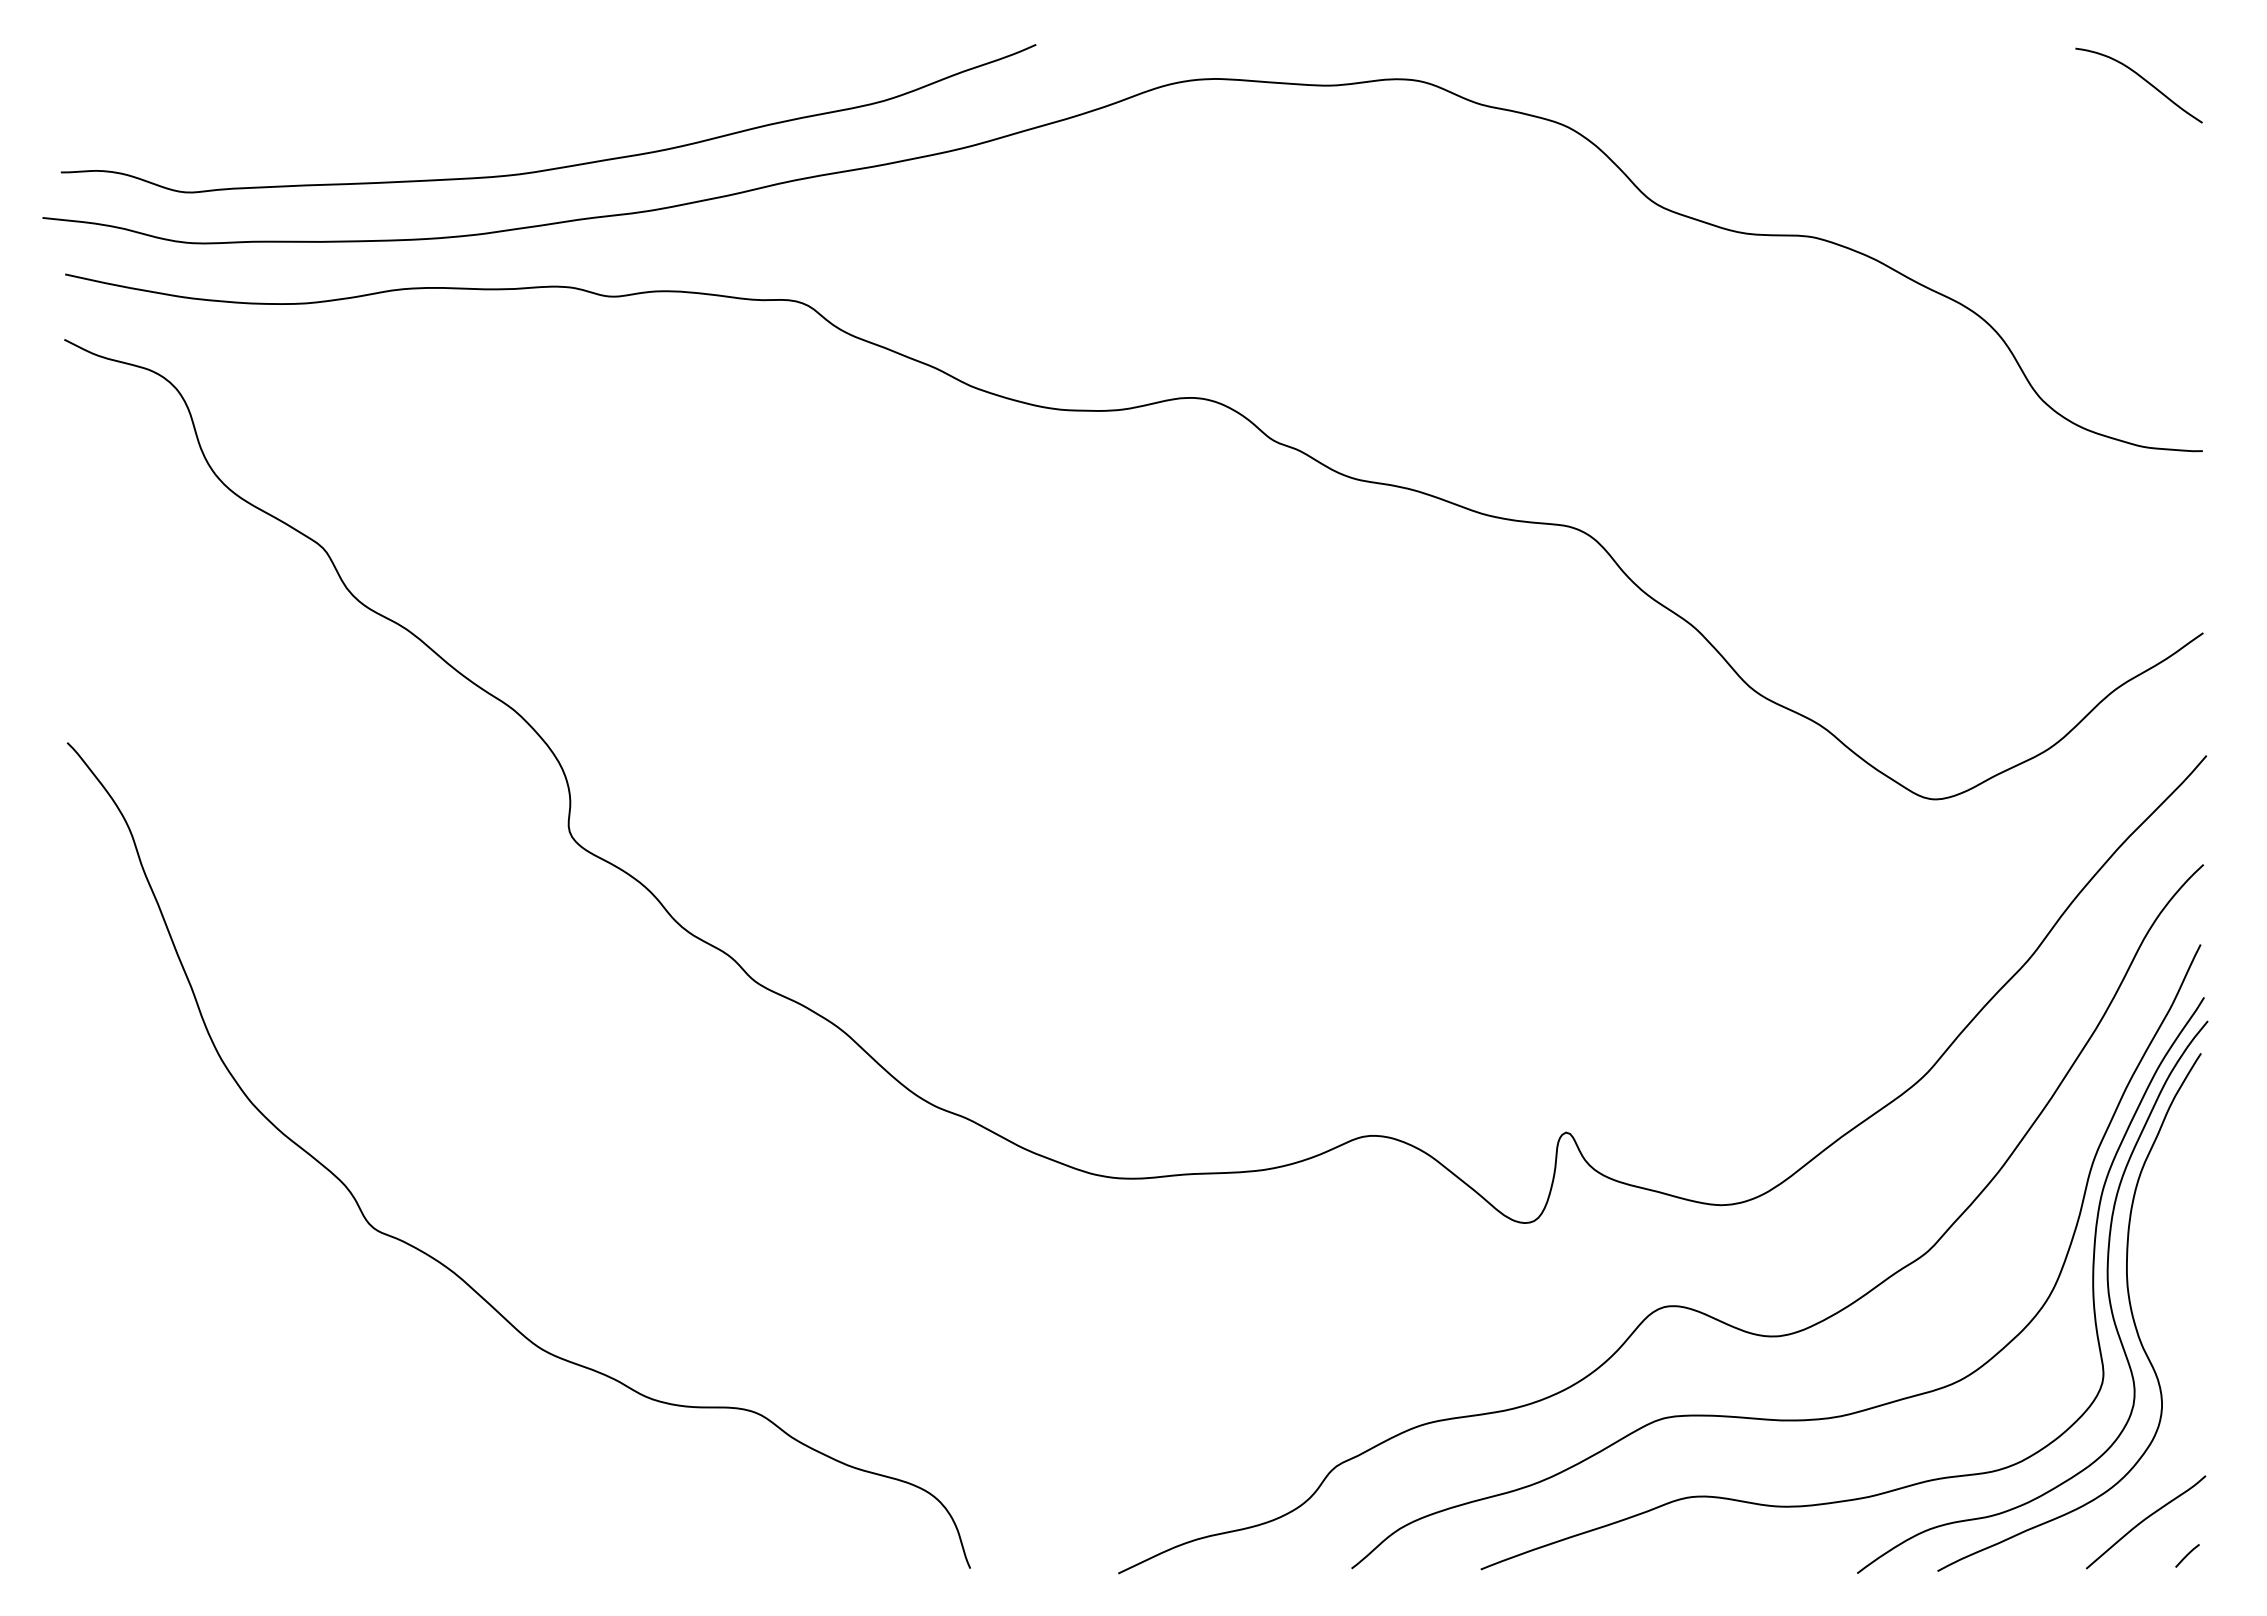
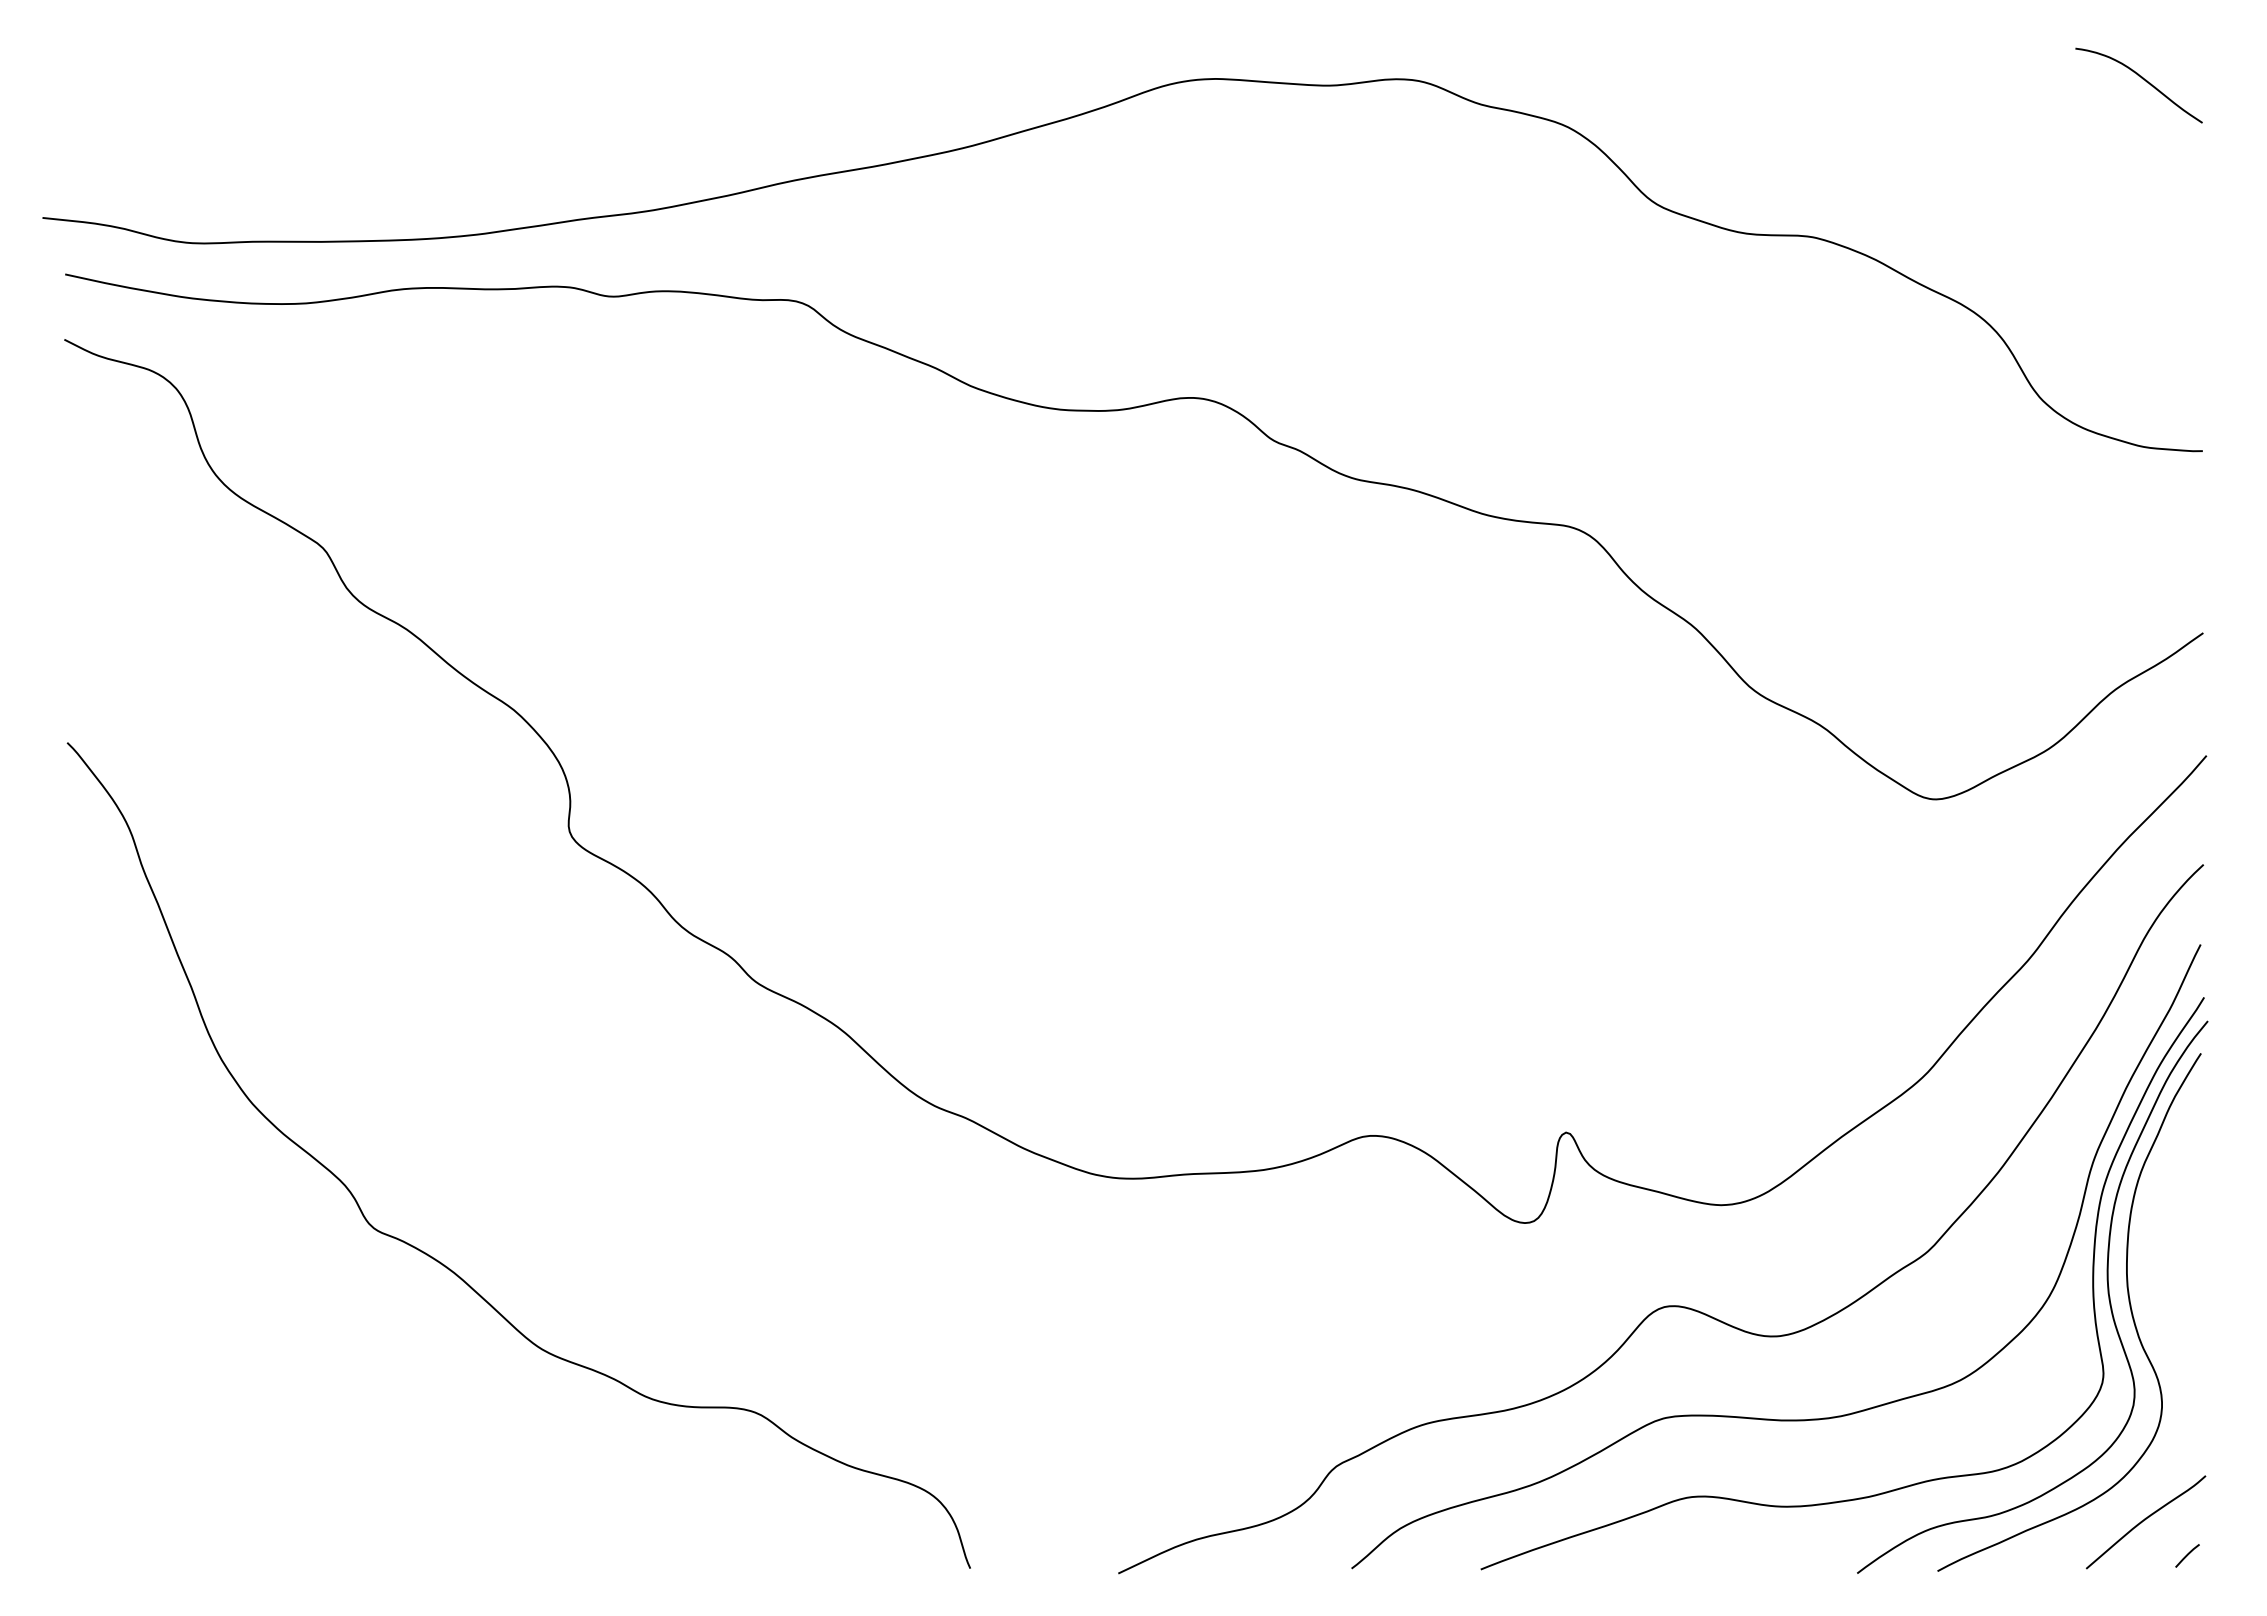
curve at (555, 167): present -> none
